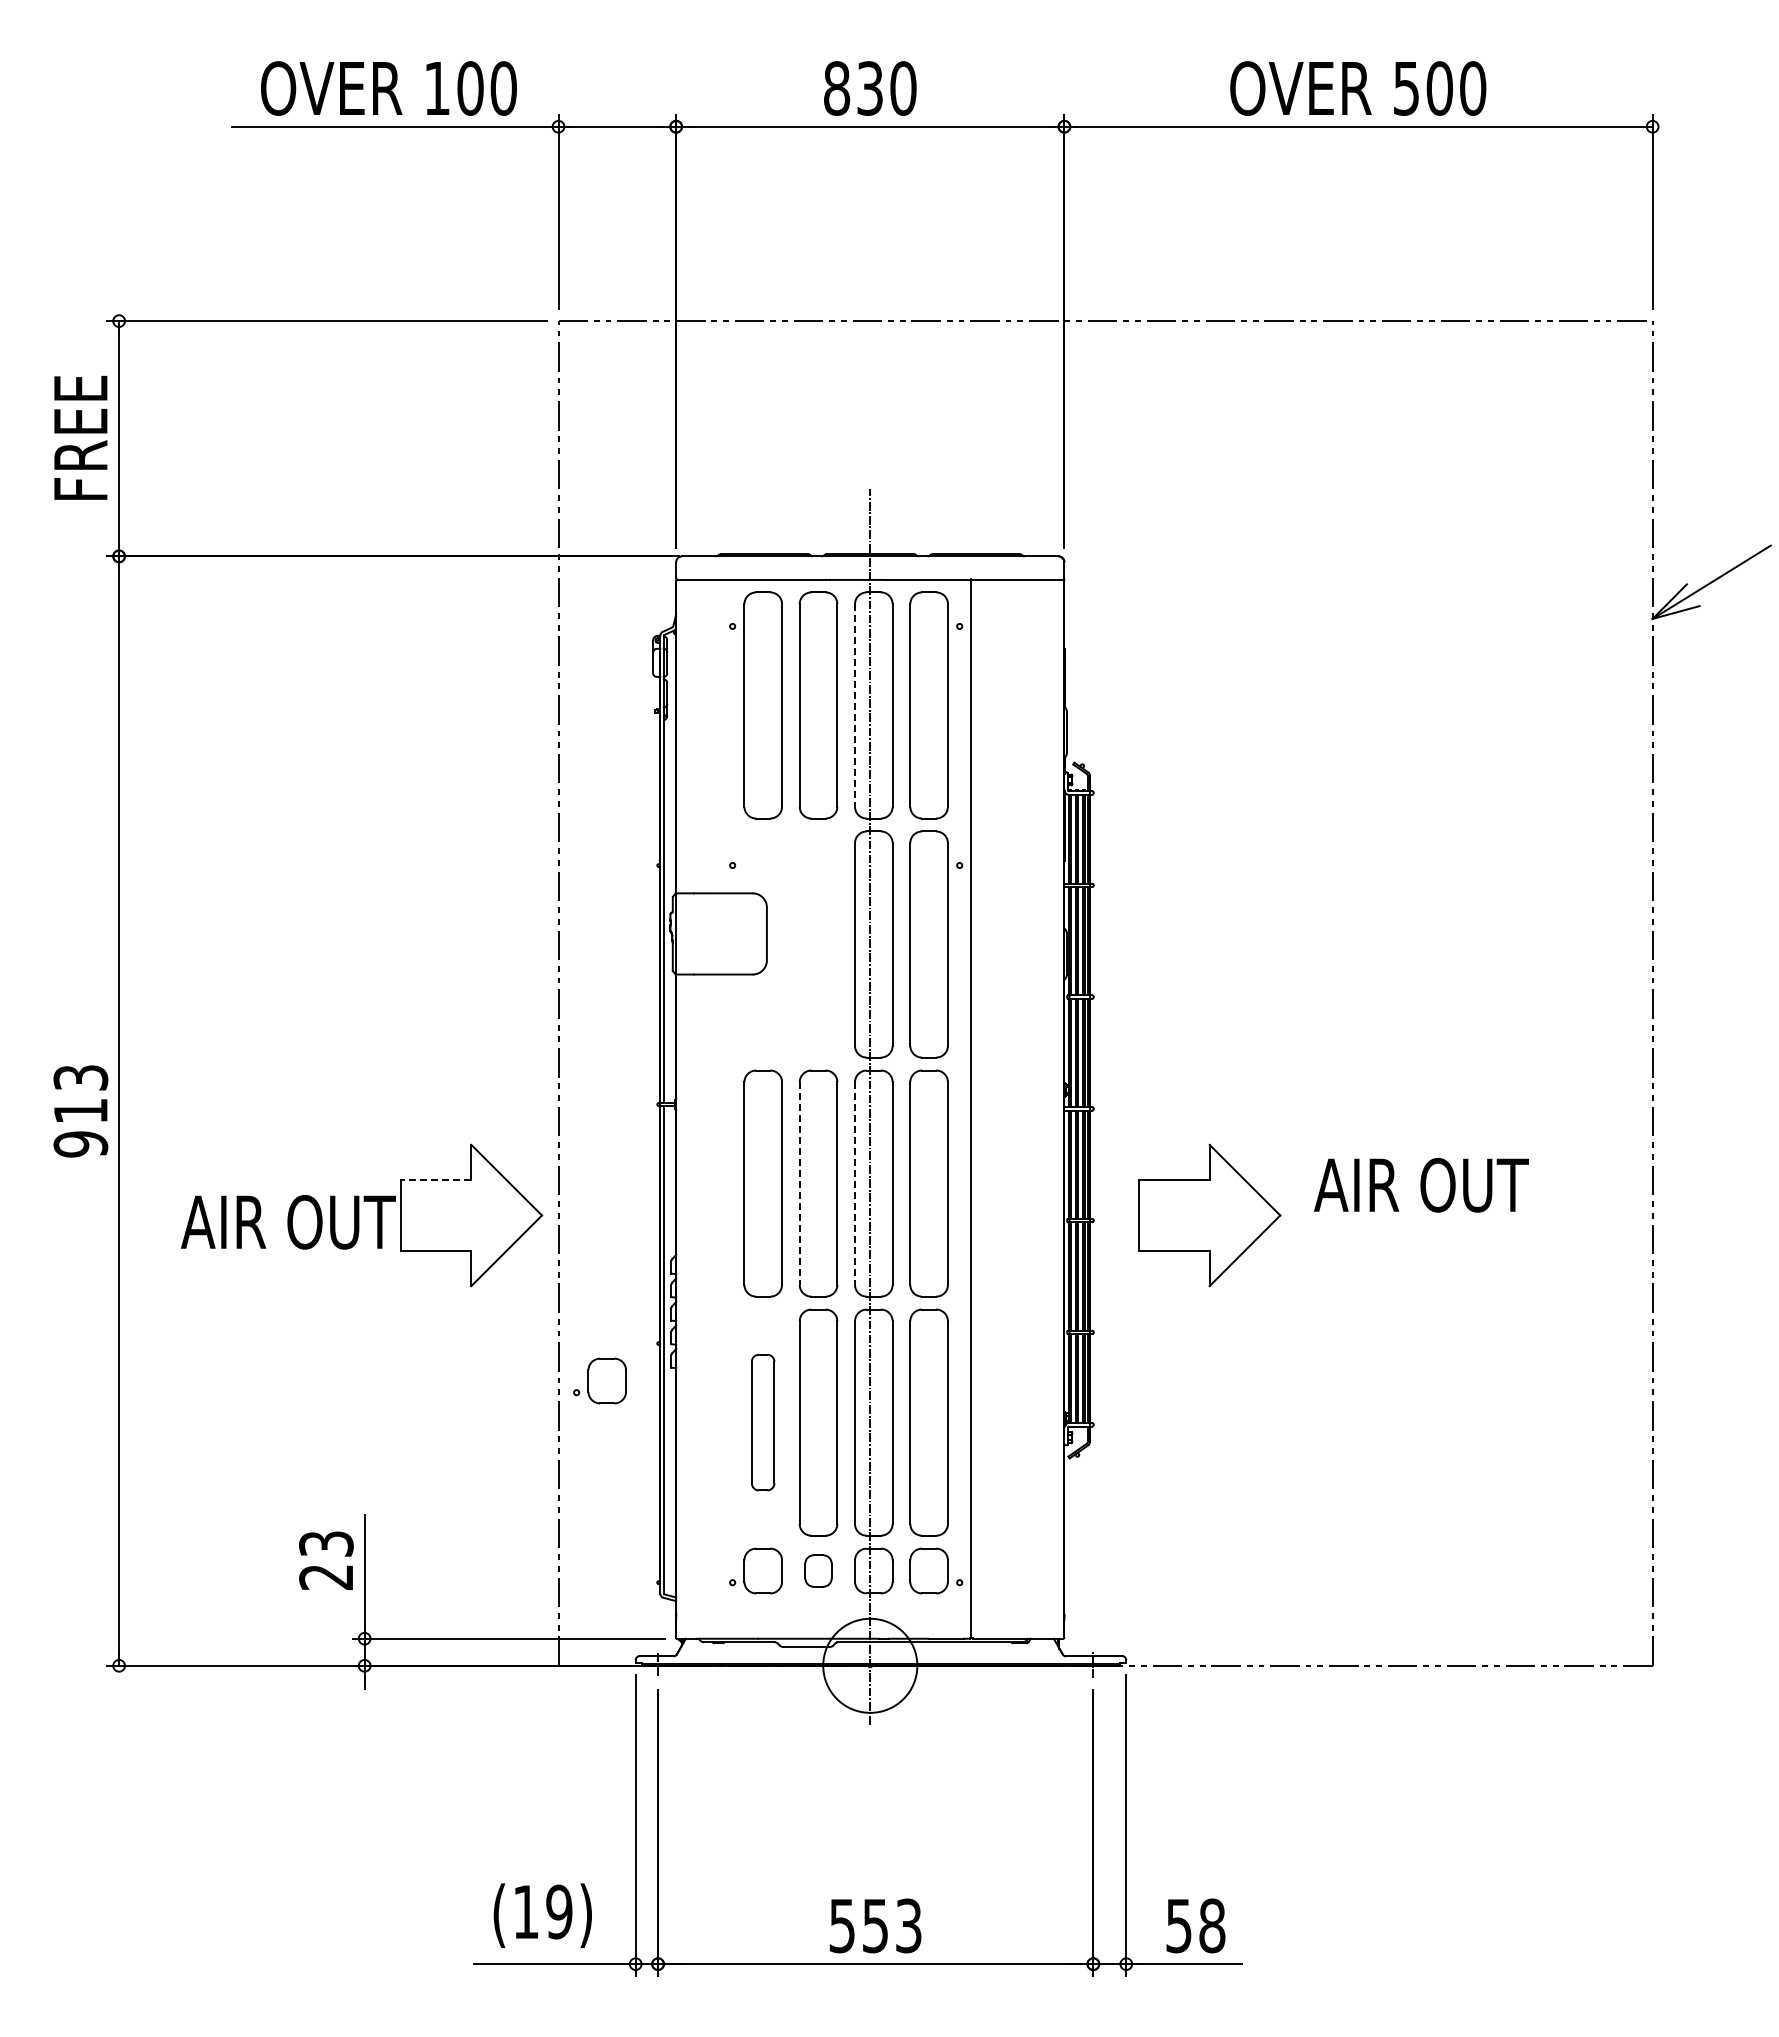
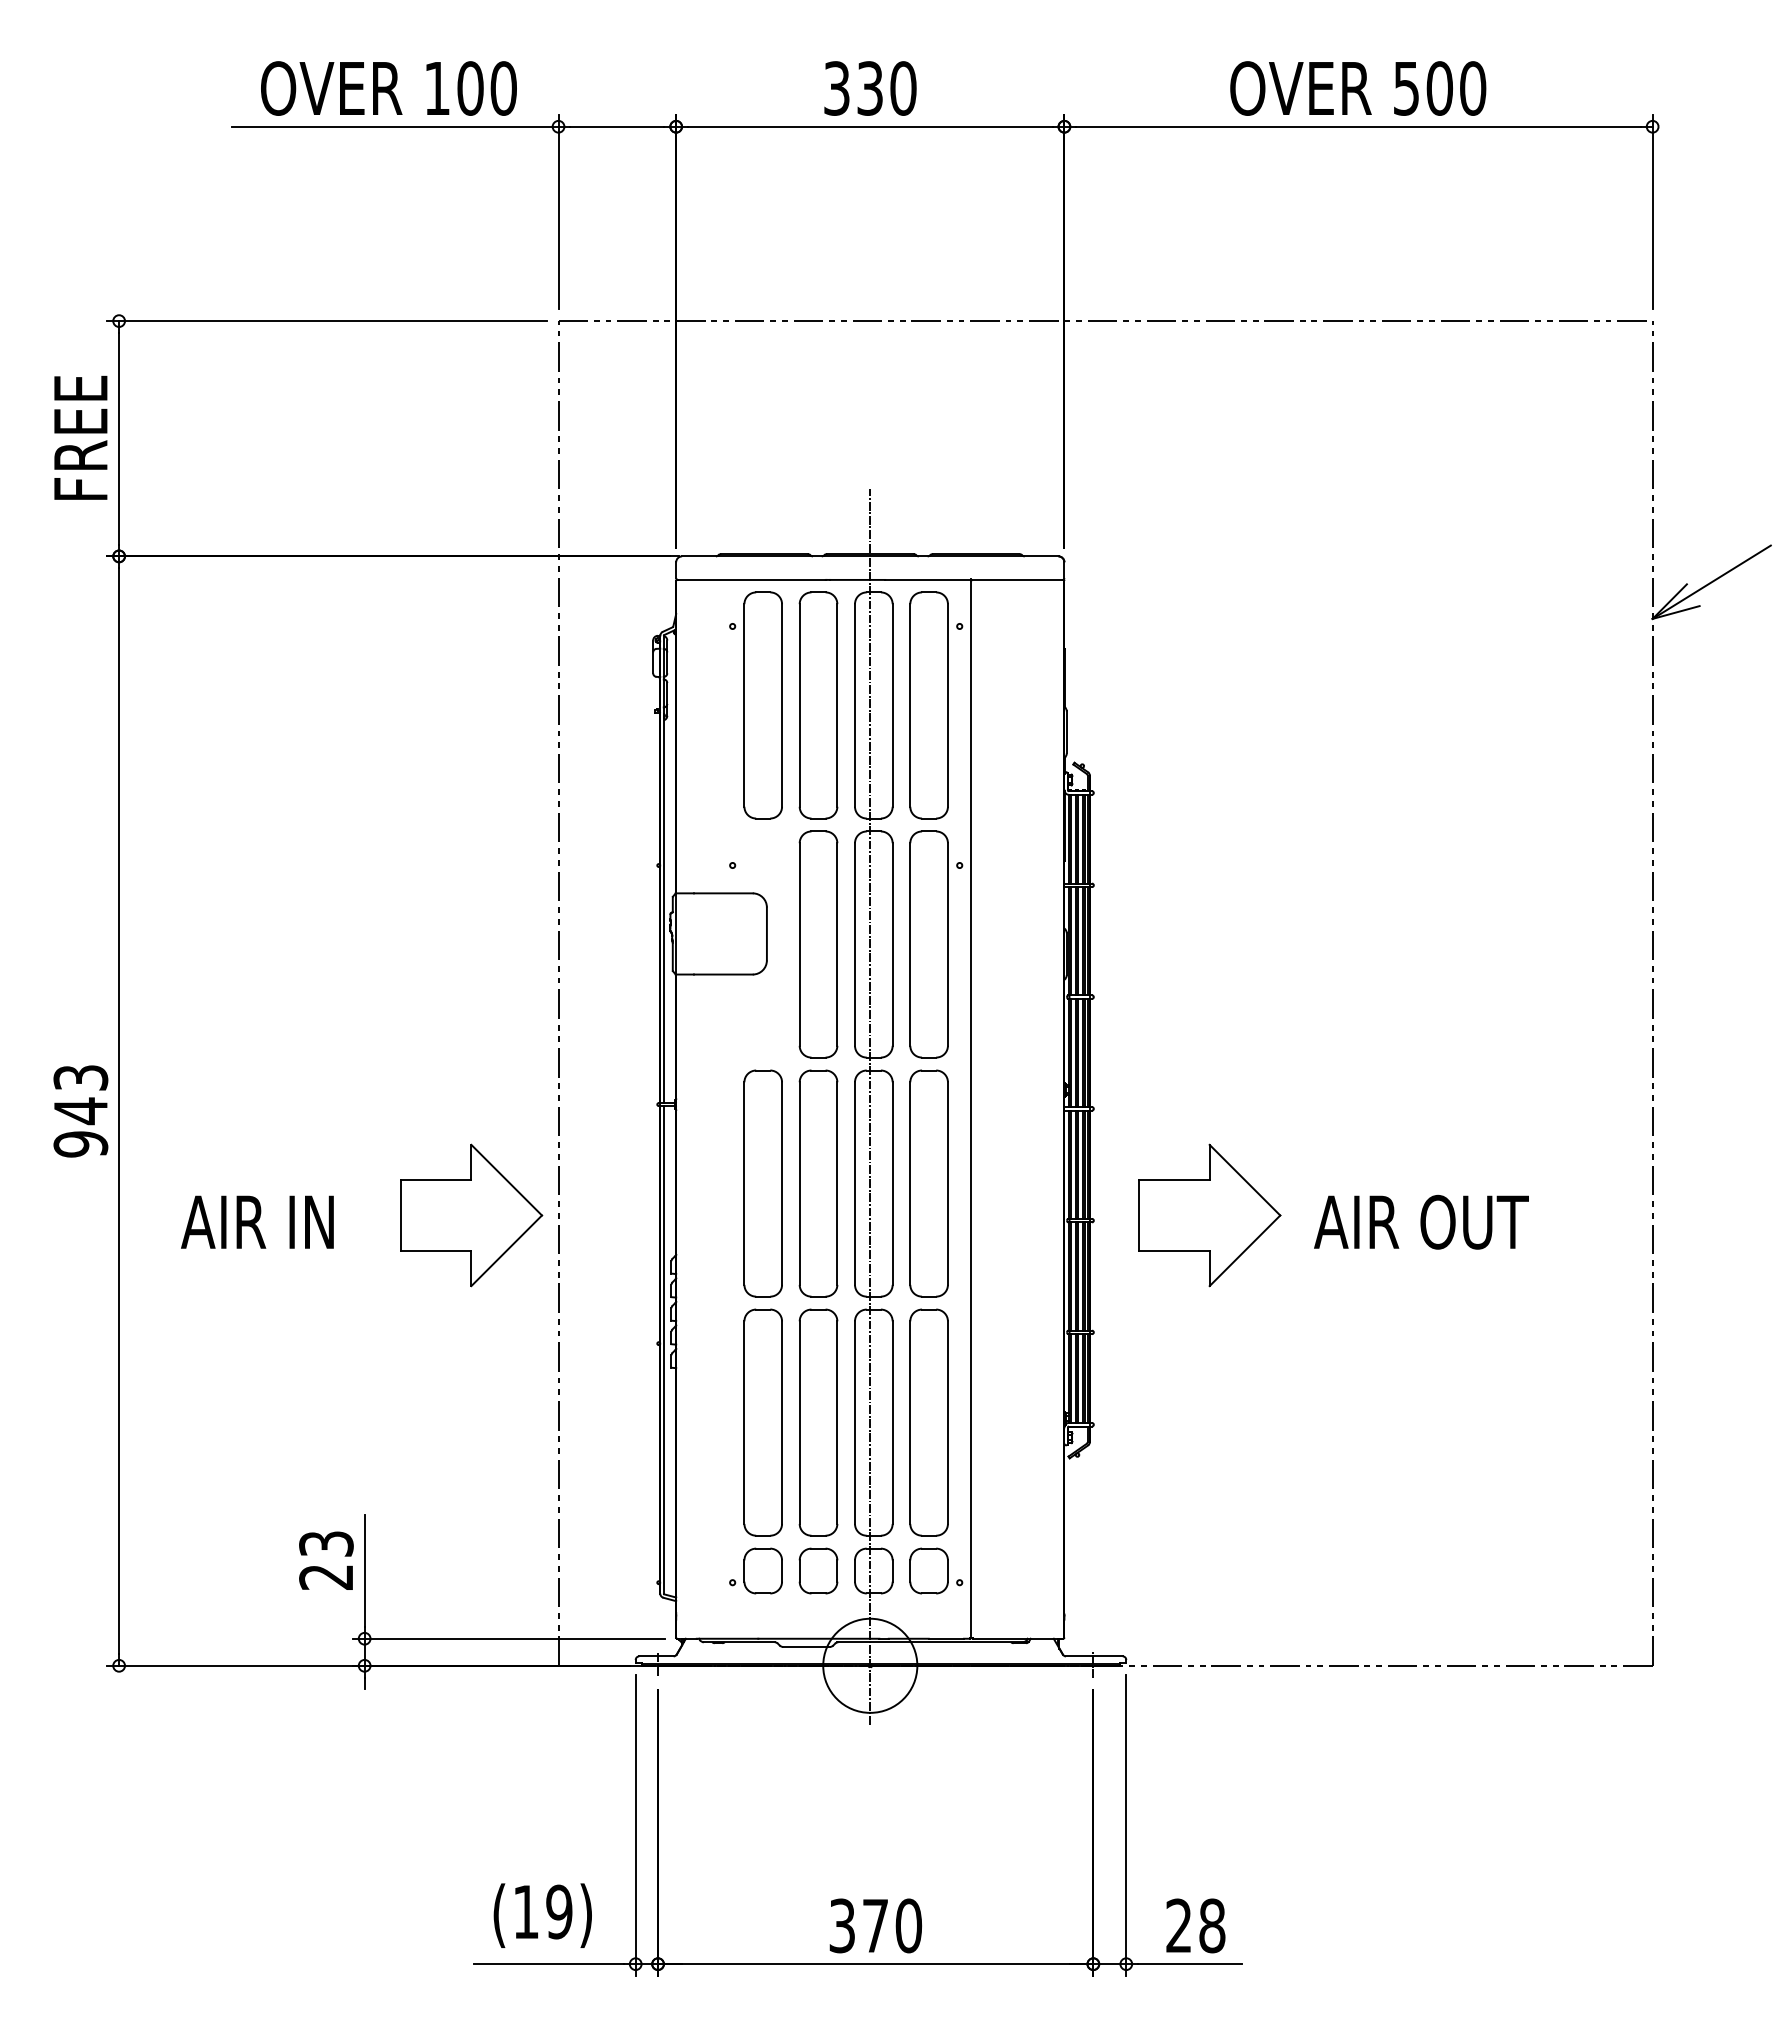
text at (837, 88): 830 -> 330
line at (855, 705): dashed -> solid
part at (818, 944): none -> present
text at (80, 1111): 913 -> 943
line at (435, 1180): dashed -> solid
line at (799, 1184): dashed -> solid
line at (855, 1184): dashed -> solid
text at (1421, 1184) position: (1421, 1184) -> (1421, 1221)
text at (341, 1221): AIR OUT -> AIR IN
part at (599, 1380): present -> none
part at (763, 1422) size: 25x139 px -> 40x229 px
part at (818, 1570) size: 29x34 px -> 41x48 px
text at (876, 1925): 553 -> 370
text at (1178, 1925): 58 -> 28
